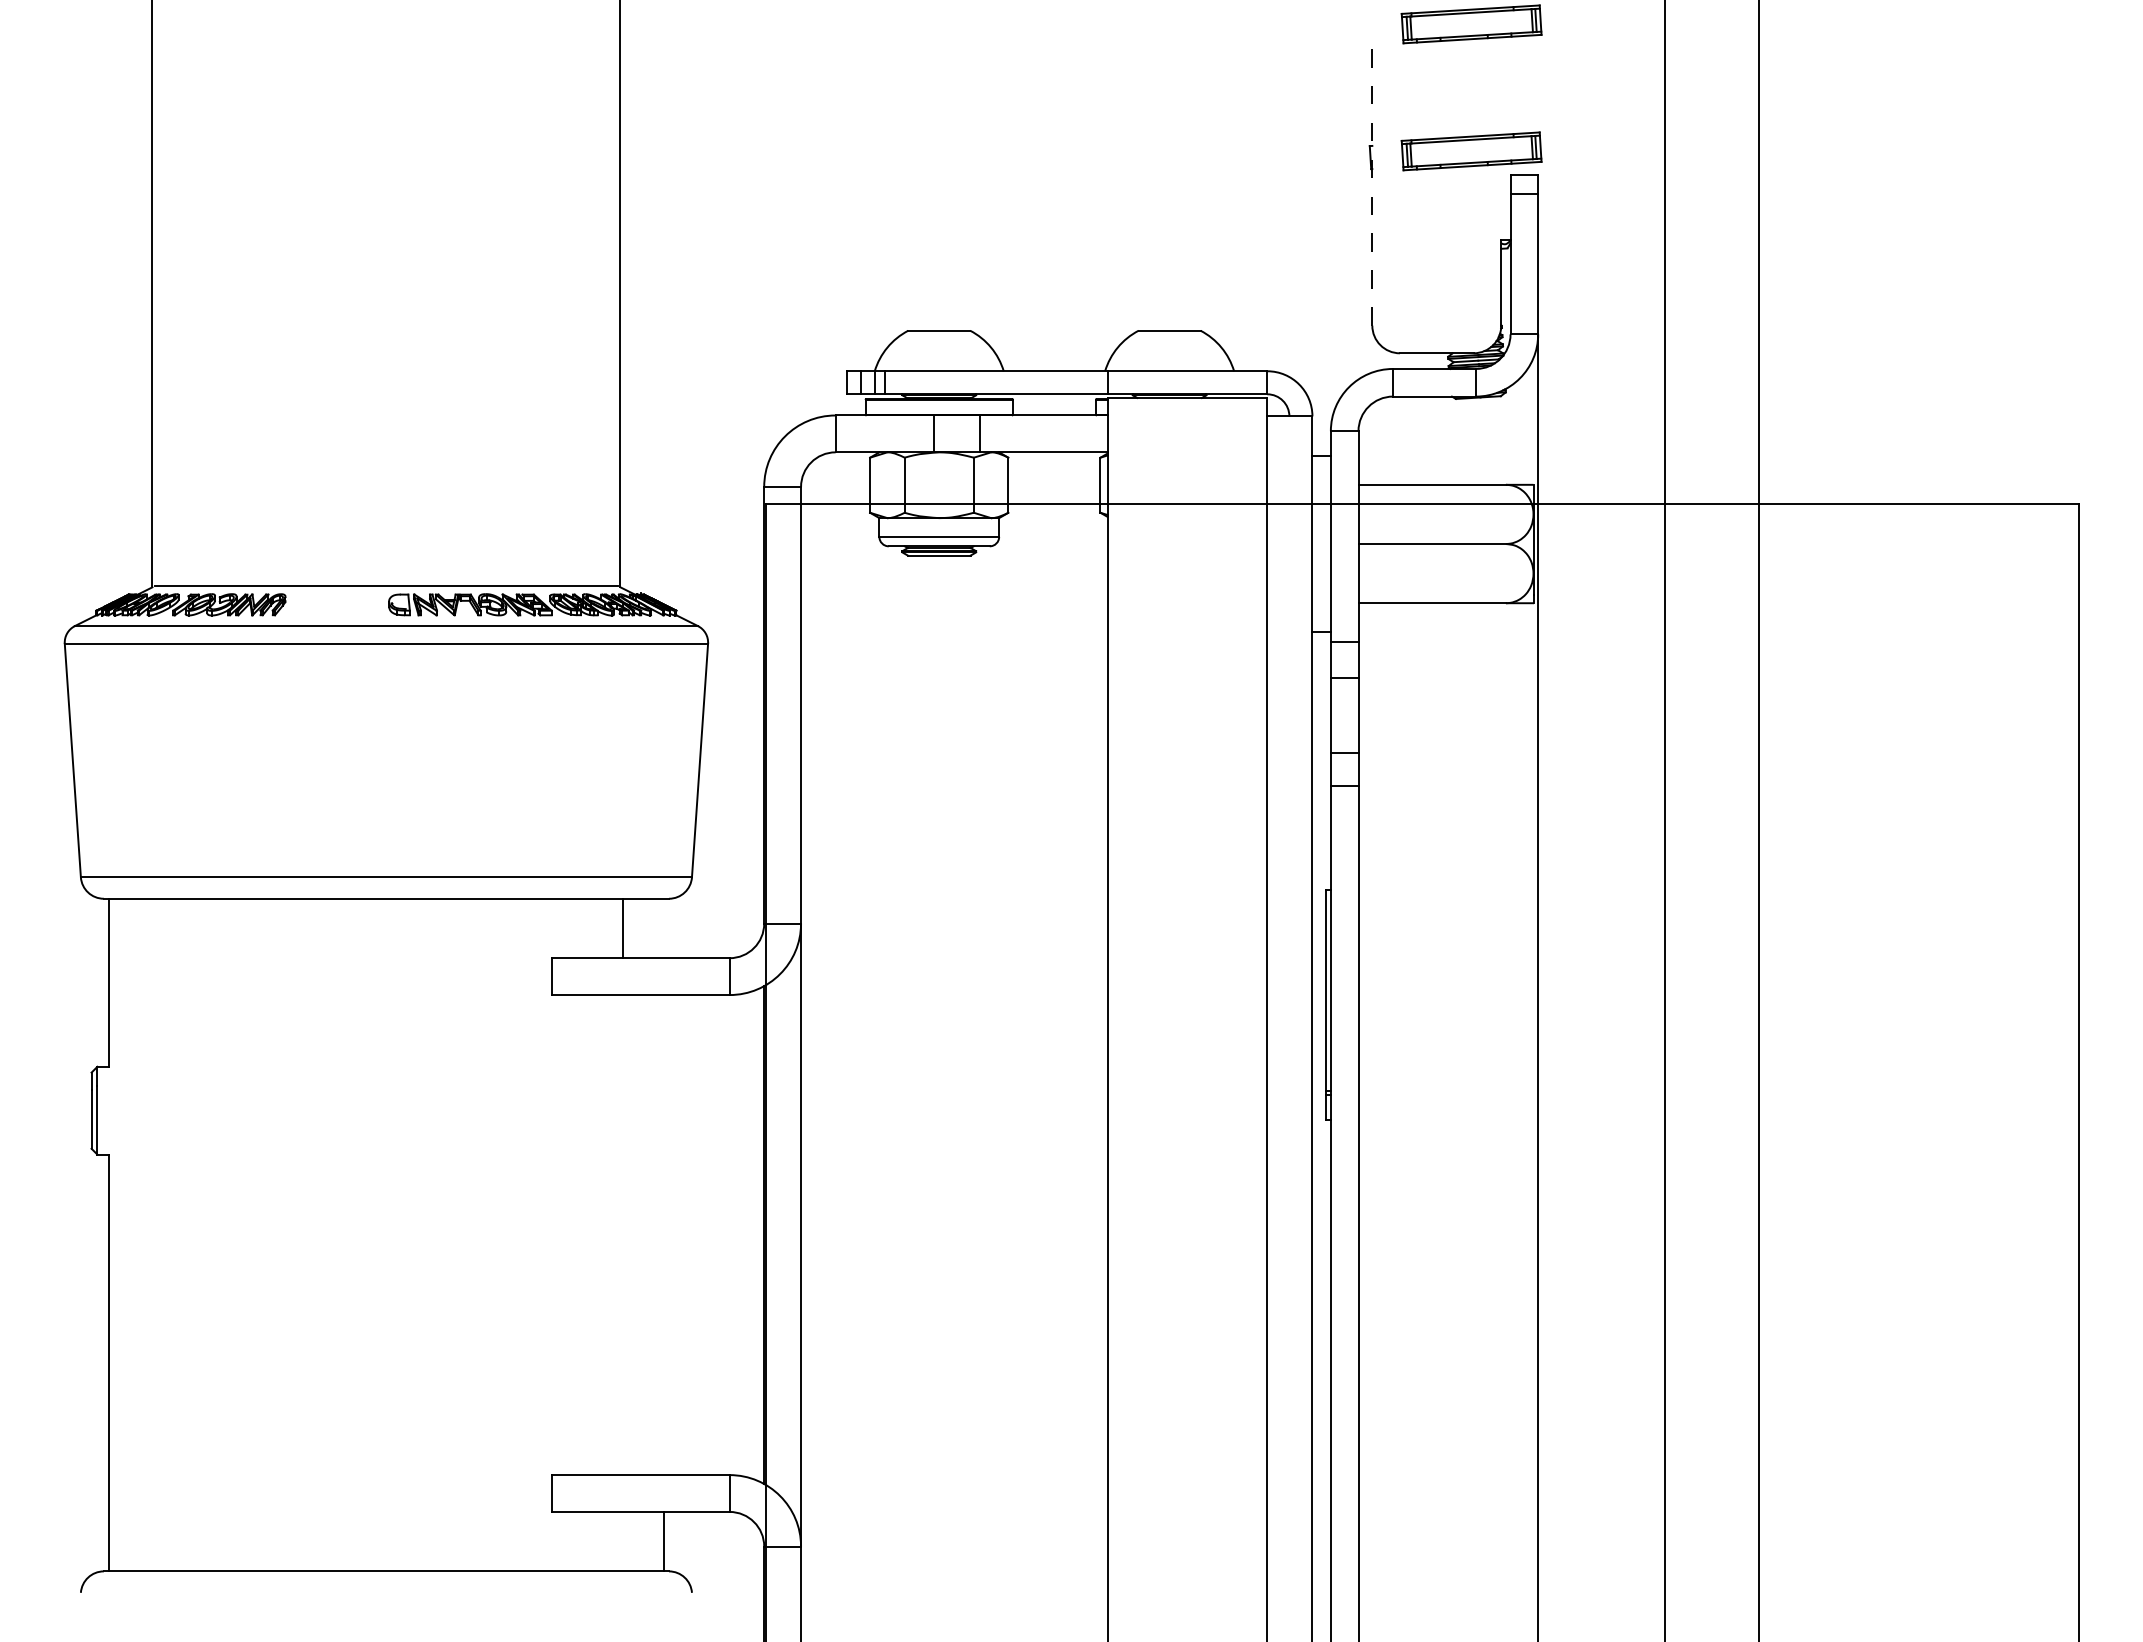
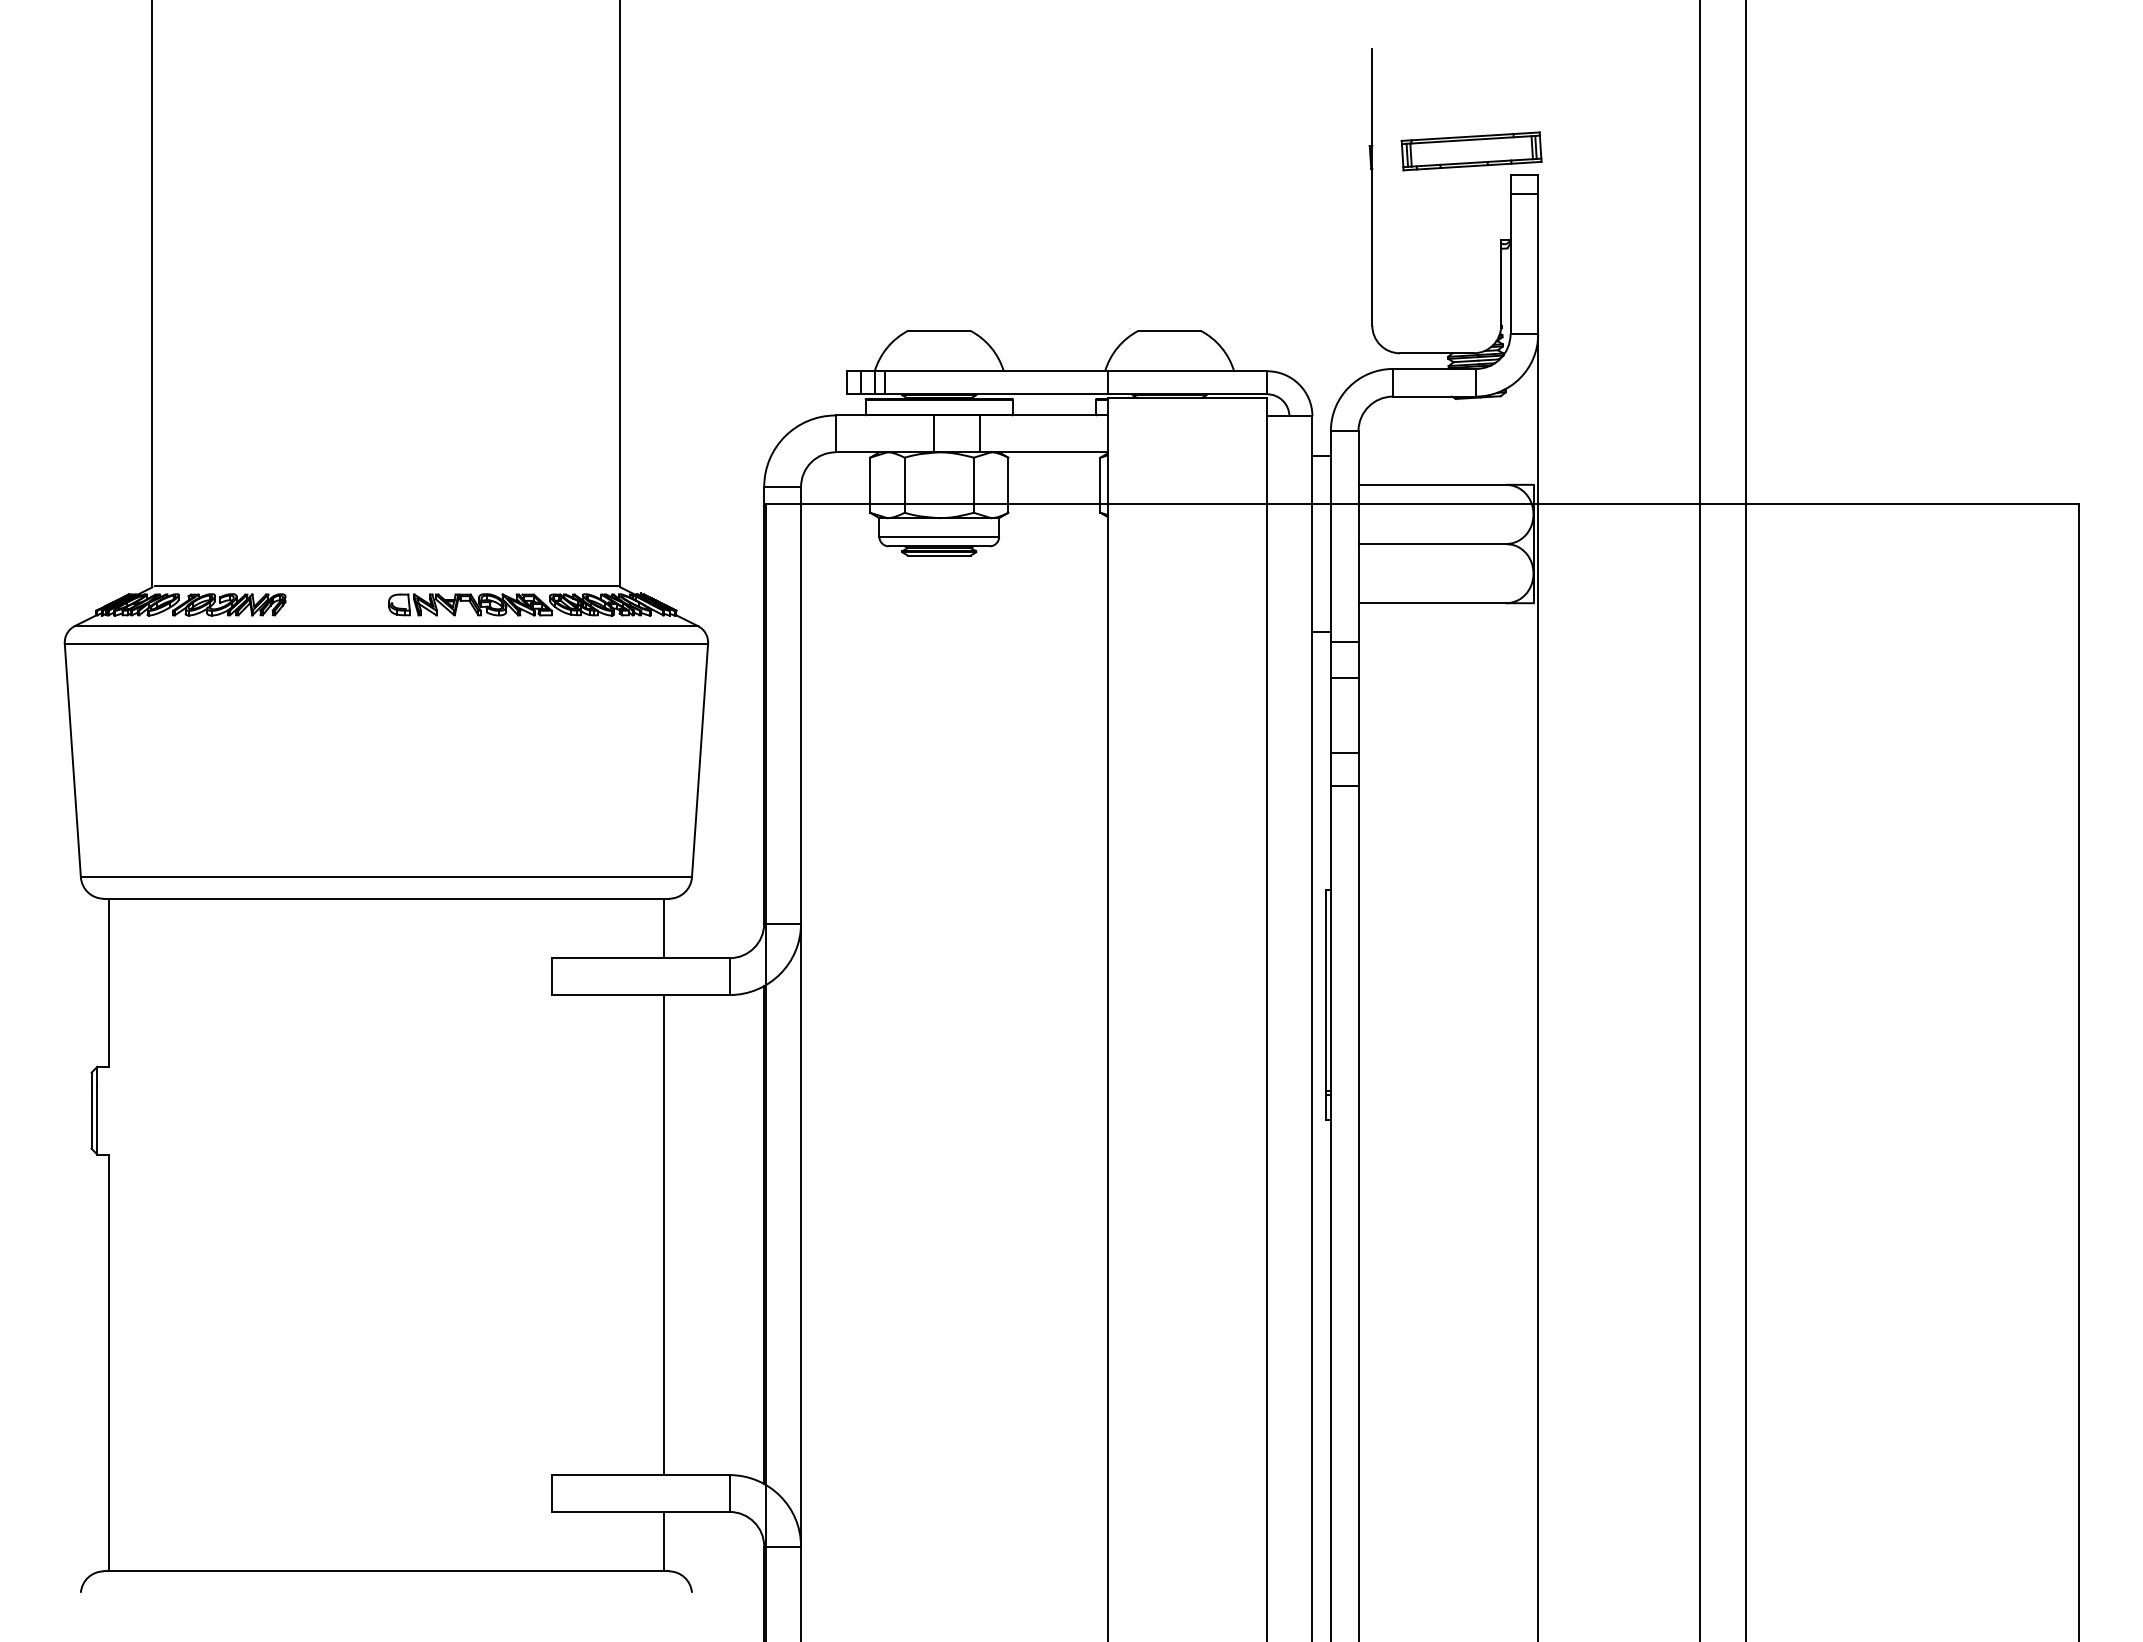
part at (1471, 24): present -> none
line at (1372, 187): dashed -> solid
line at (1665, 820) position: (1665, 820) -> (1700, 820)
line at (1758, 820) position: (1758, 820) -> (1745, 820)
line at (623, 928) position: (623, 928) -> (664, 928)
line at (664, 1235): none -> present
